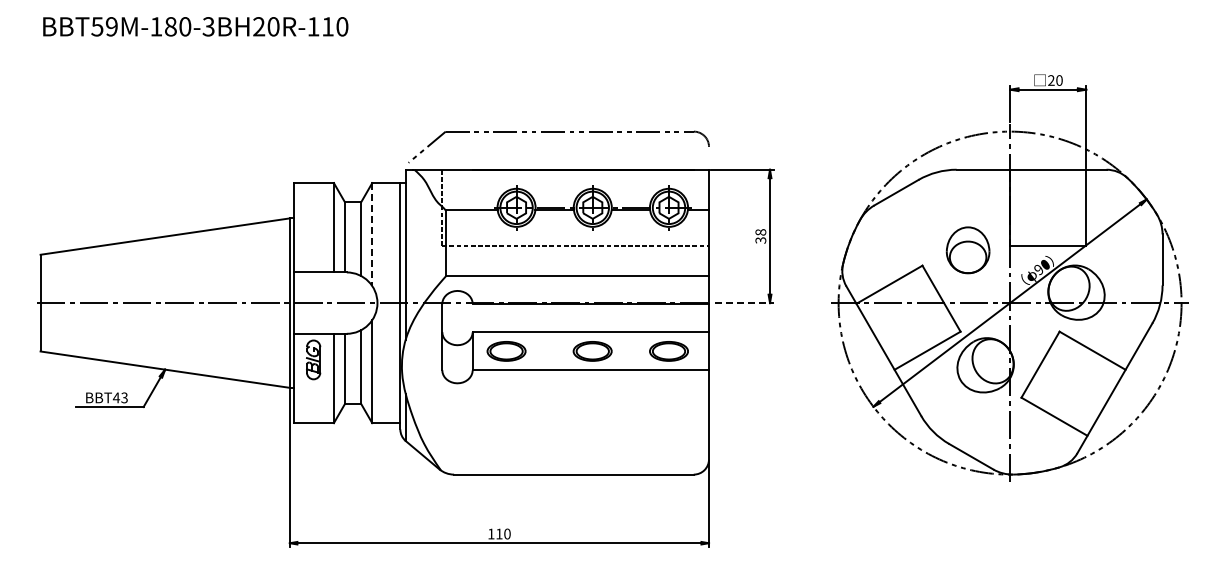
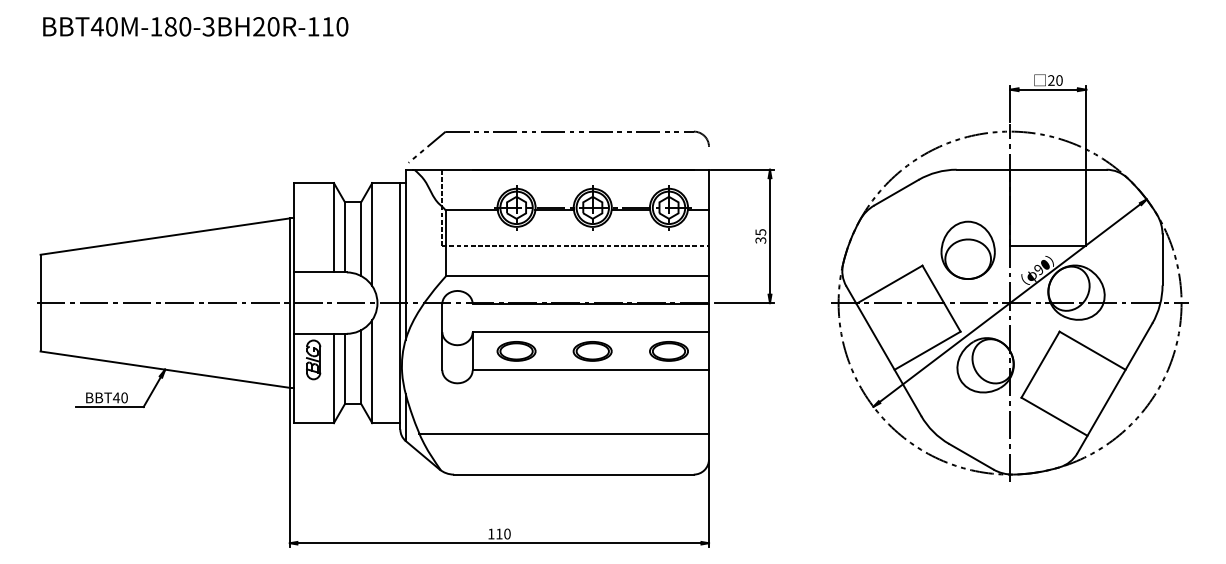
text at (103, 26): BBT59M-180-3BH20R-110 -> BBT40M-180-3BH20R-110
text at (760, 232): 38 -> 35
line at (372, 235): dashed -> solid
part at (967, 250) size: 46x49 px -> 56x60 px
line at (744, 303): dashed -> solid
part at (506, 351) position: (506, 351) -> (516, 351)
text at (124, 397): BBT43 -> BBT40
line at (564, 433): none -> present
